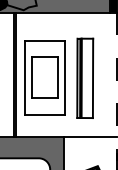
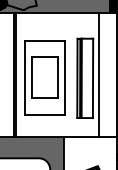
line at (98, 74): none -> present
line at (117, 91): dashed -> solid
